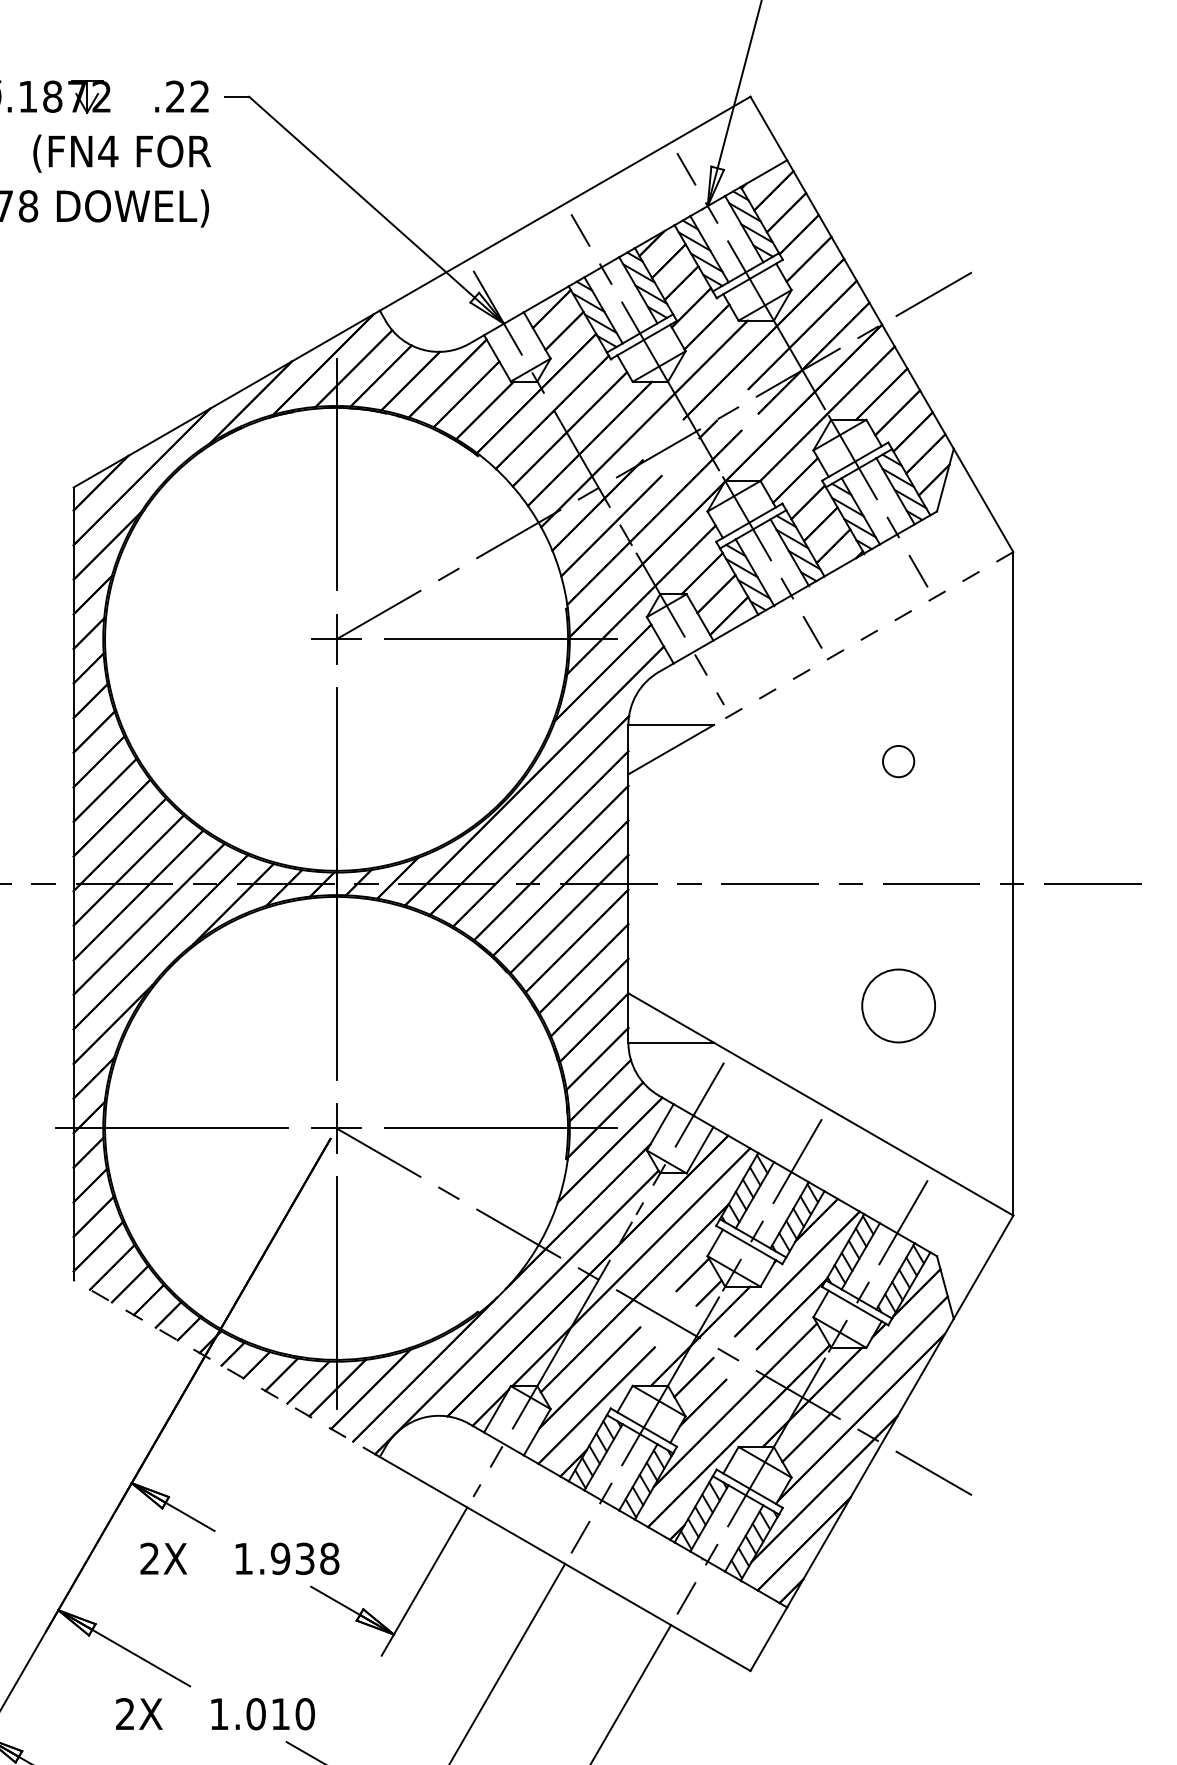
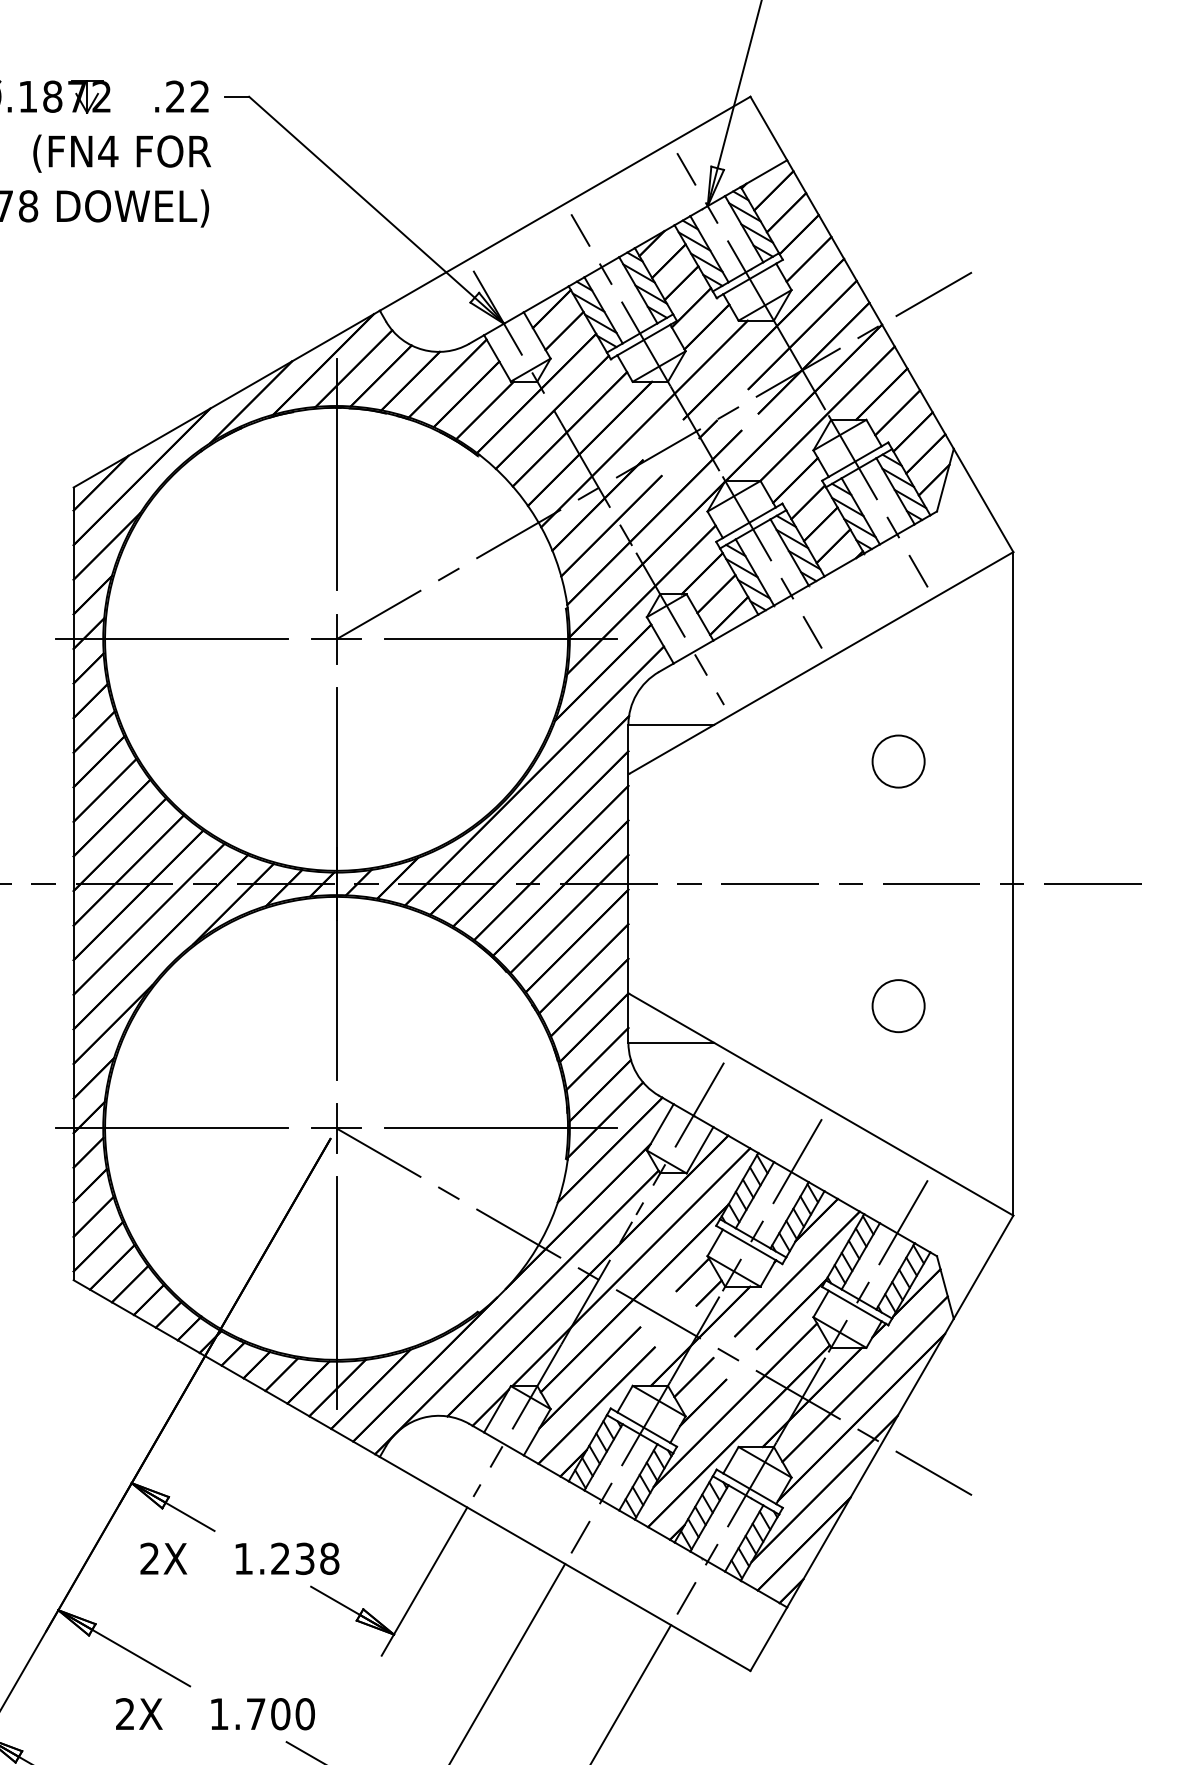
line at (863, 638): dashed -> solid
line at (171, 639): none -> present
circle at (898, 761) diameter: 31 px -> 52 px
circle at (898, 1005) size: 75x76 px -> 55x55 px
line at (226, 1368): dashed -> solid
text at (280, 1558): 1.938 -> 1.238
text at (268, 1714): 1.010 -> 1.700
